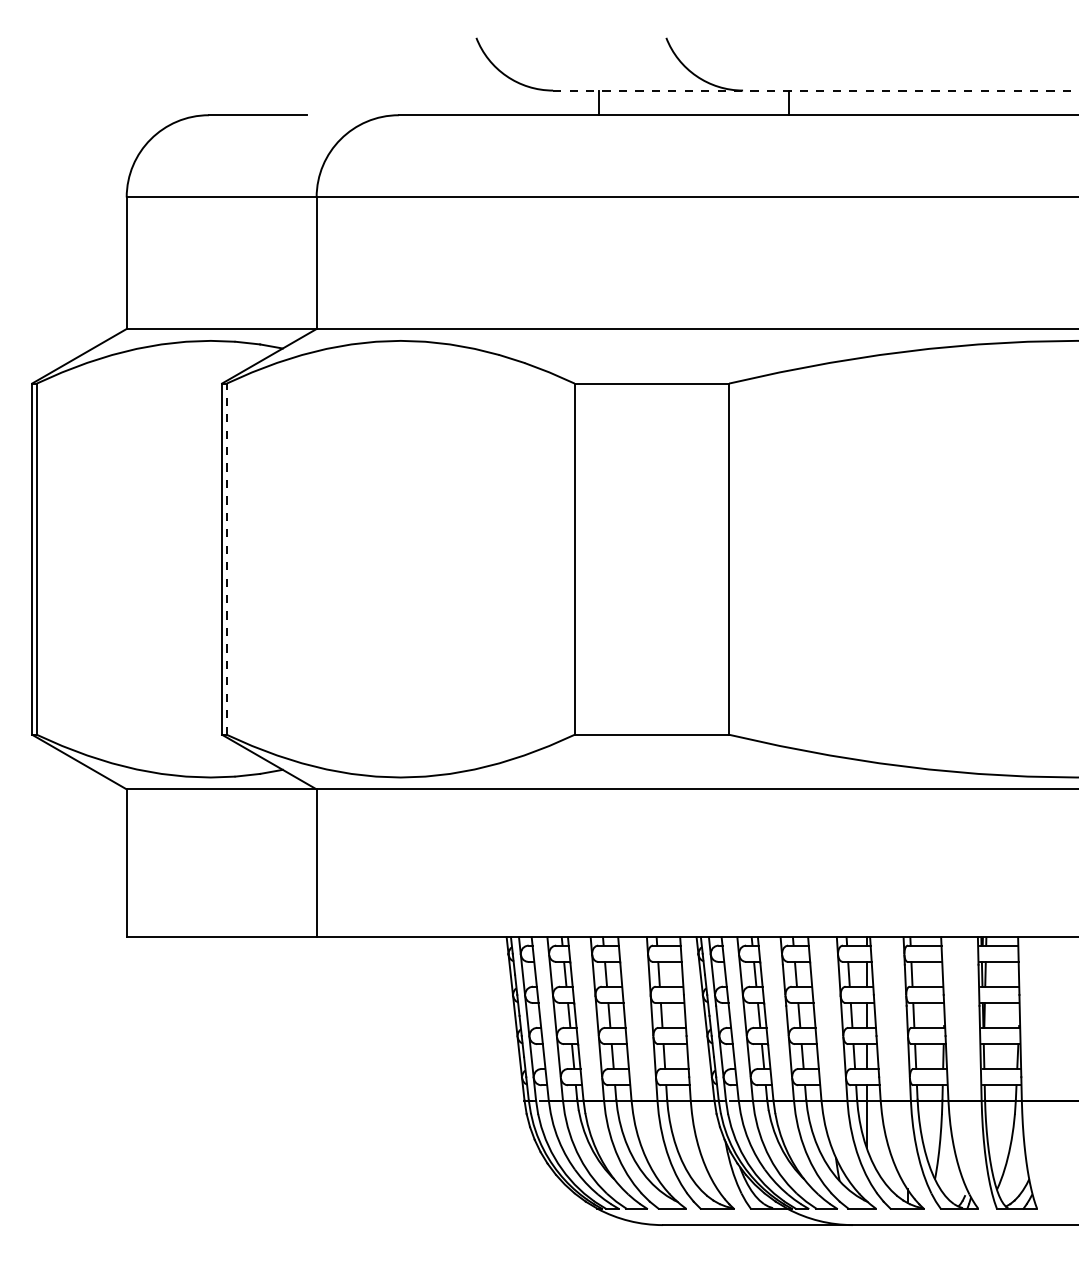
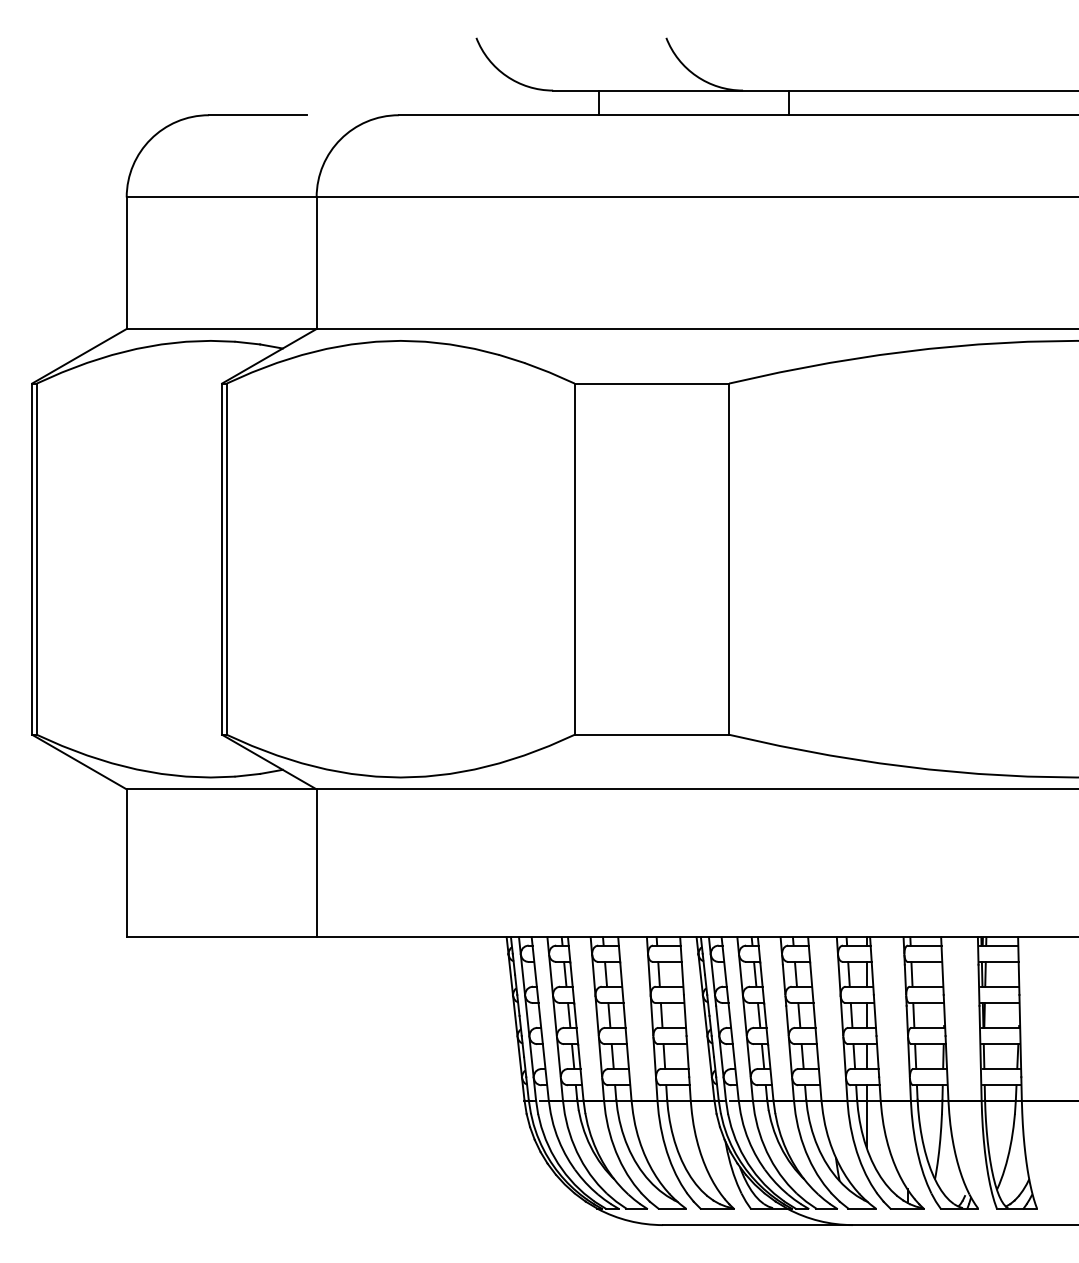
line at (815, 90): dashed -> solid
line at (226, 559): dashed -> solid
